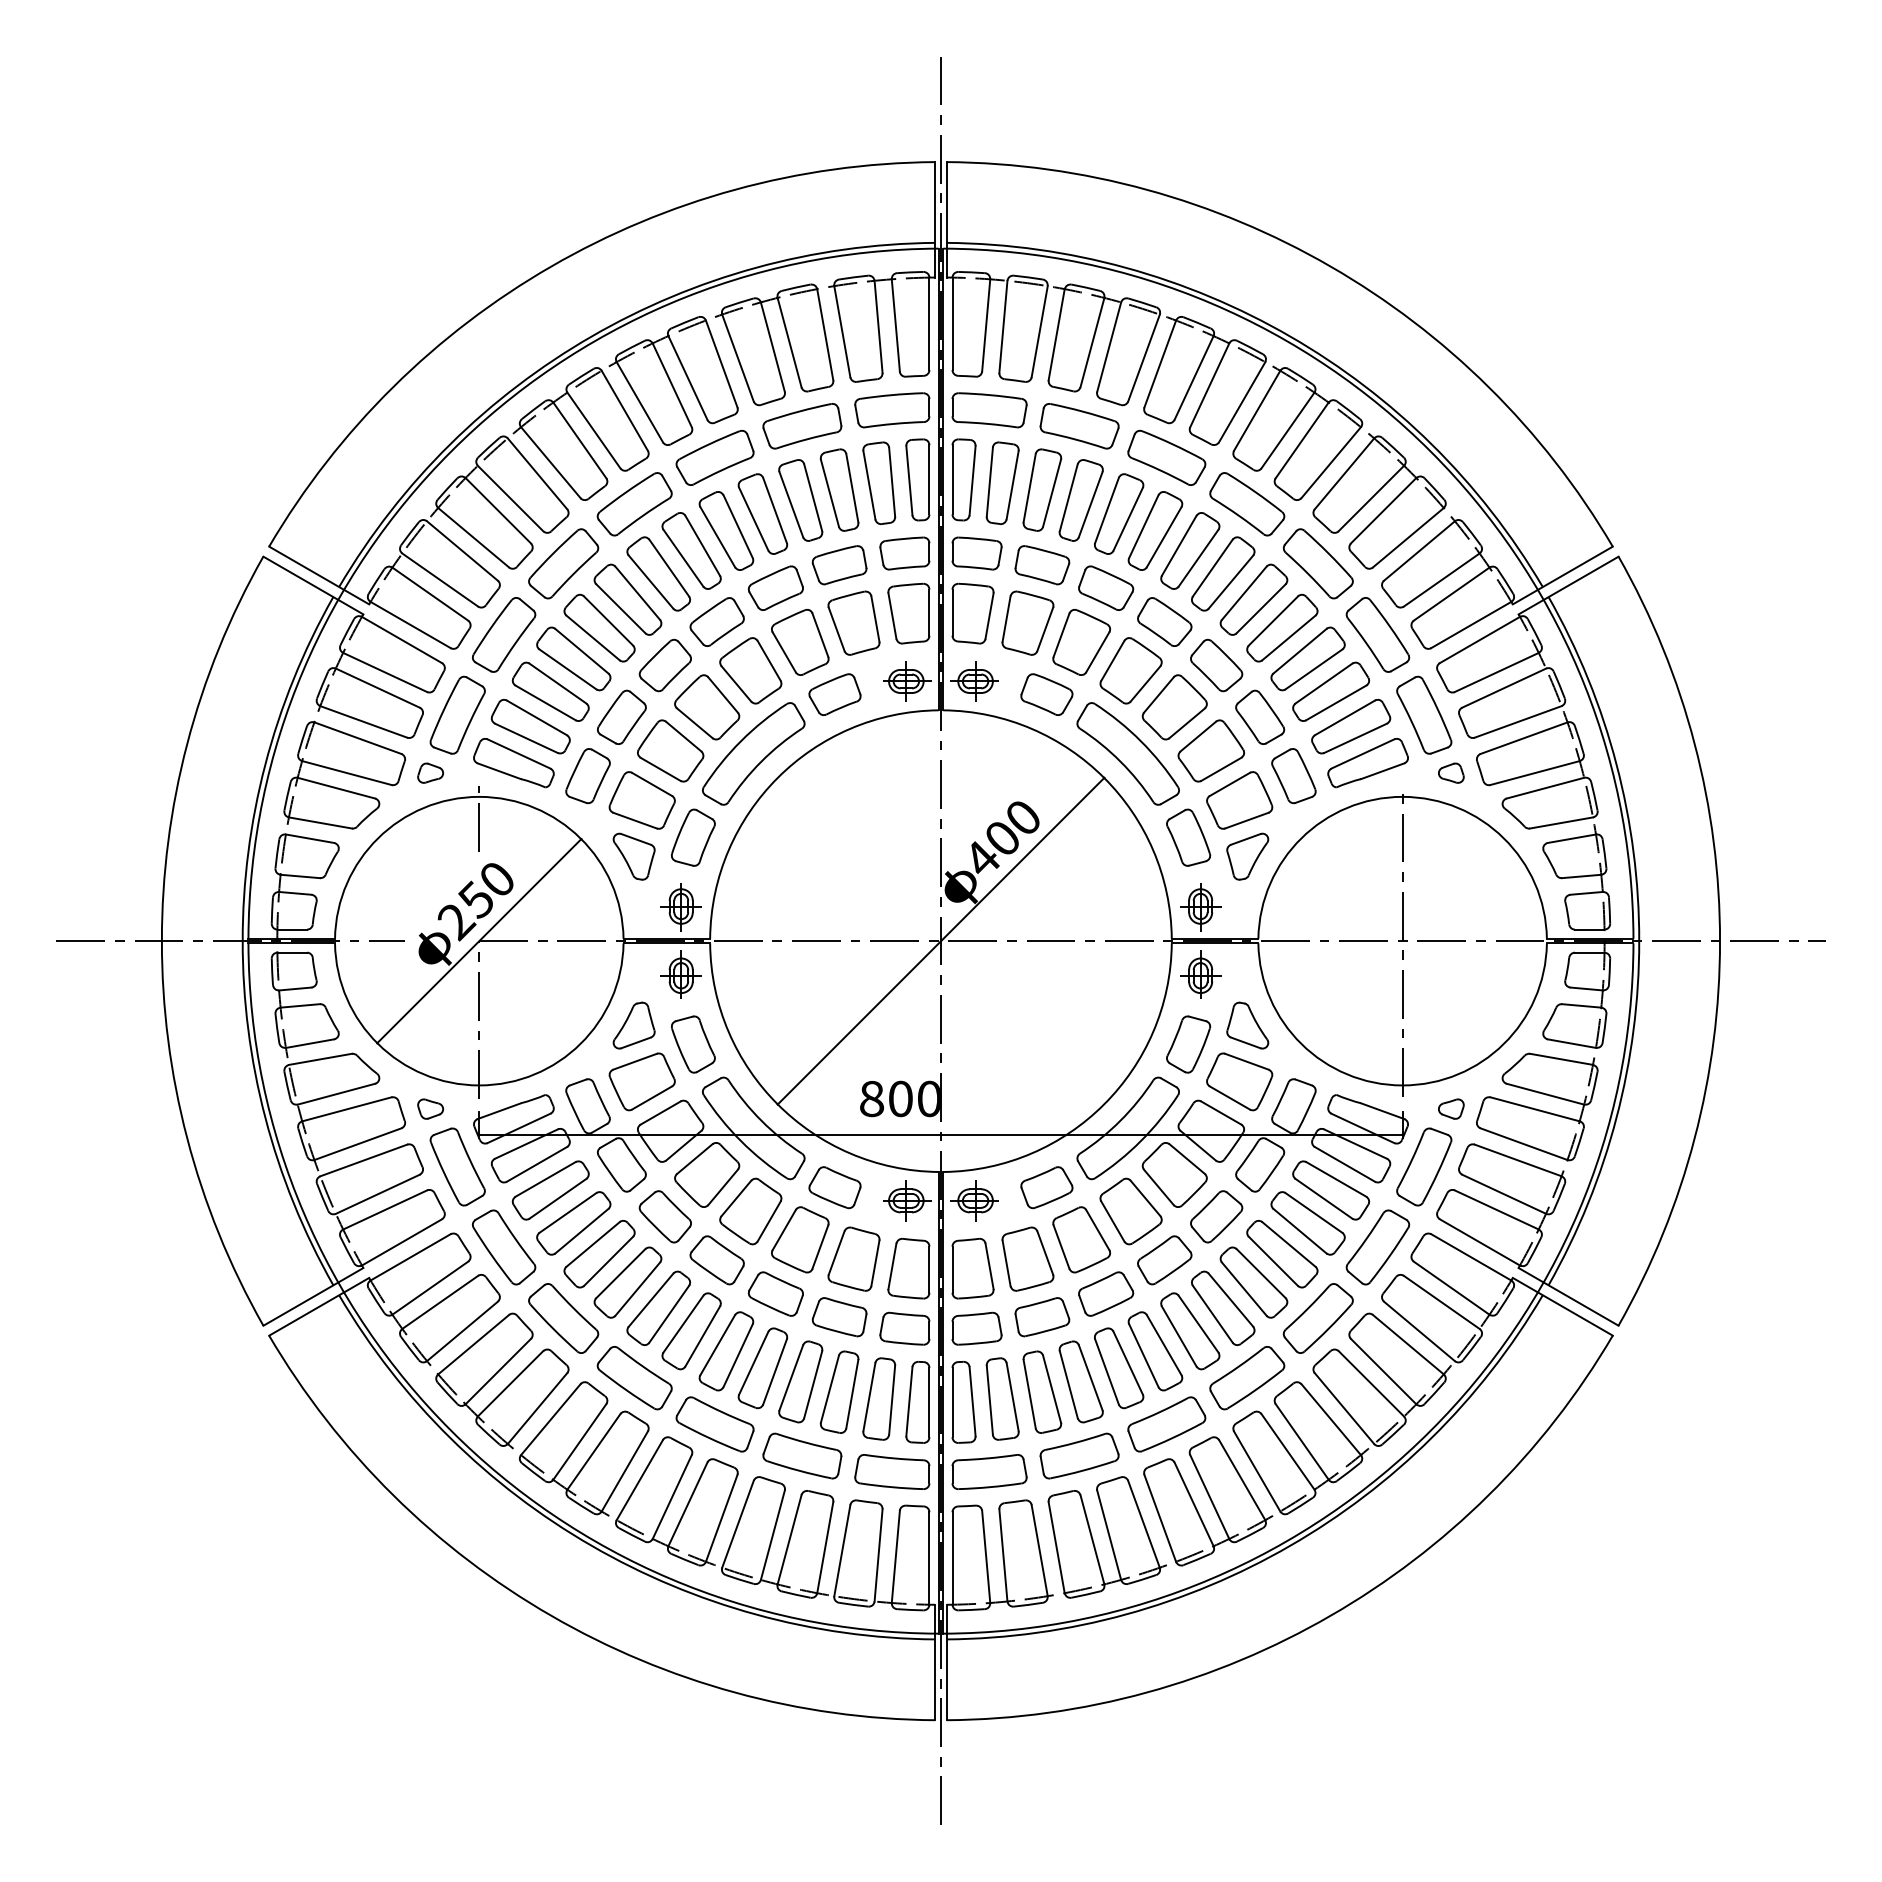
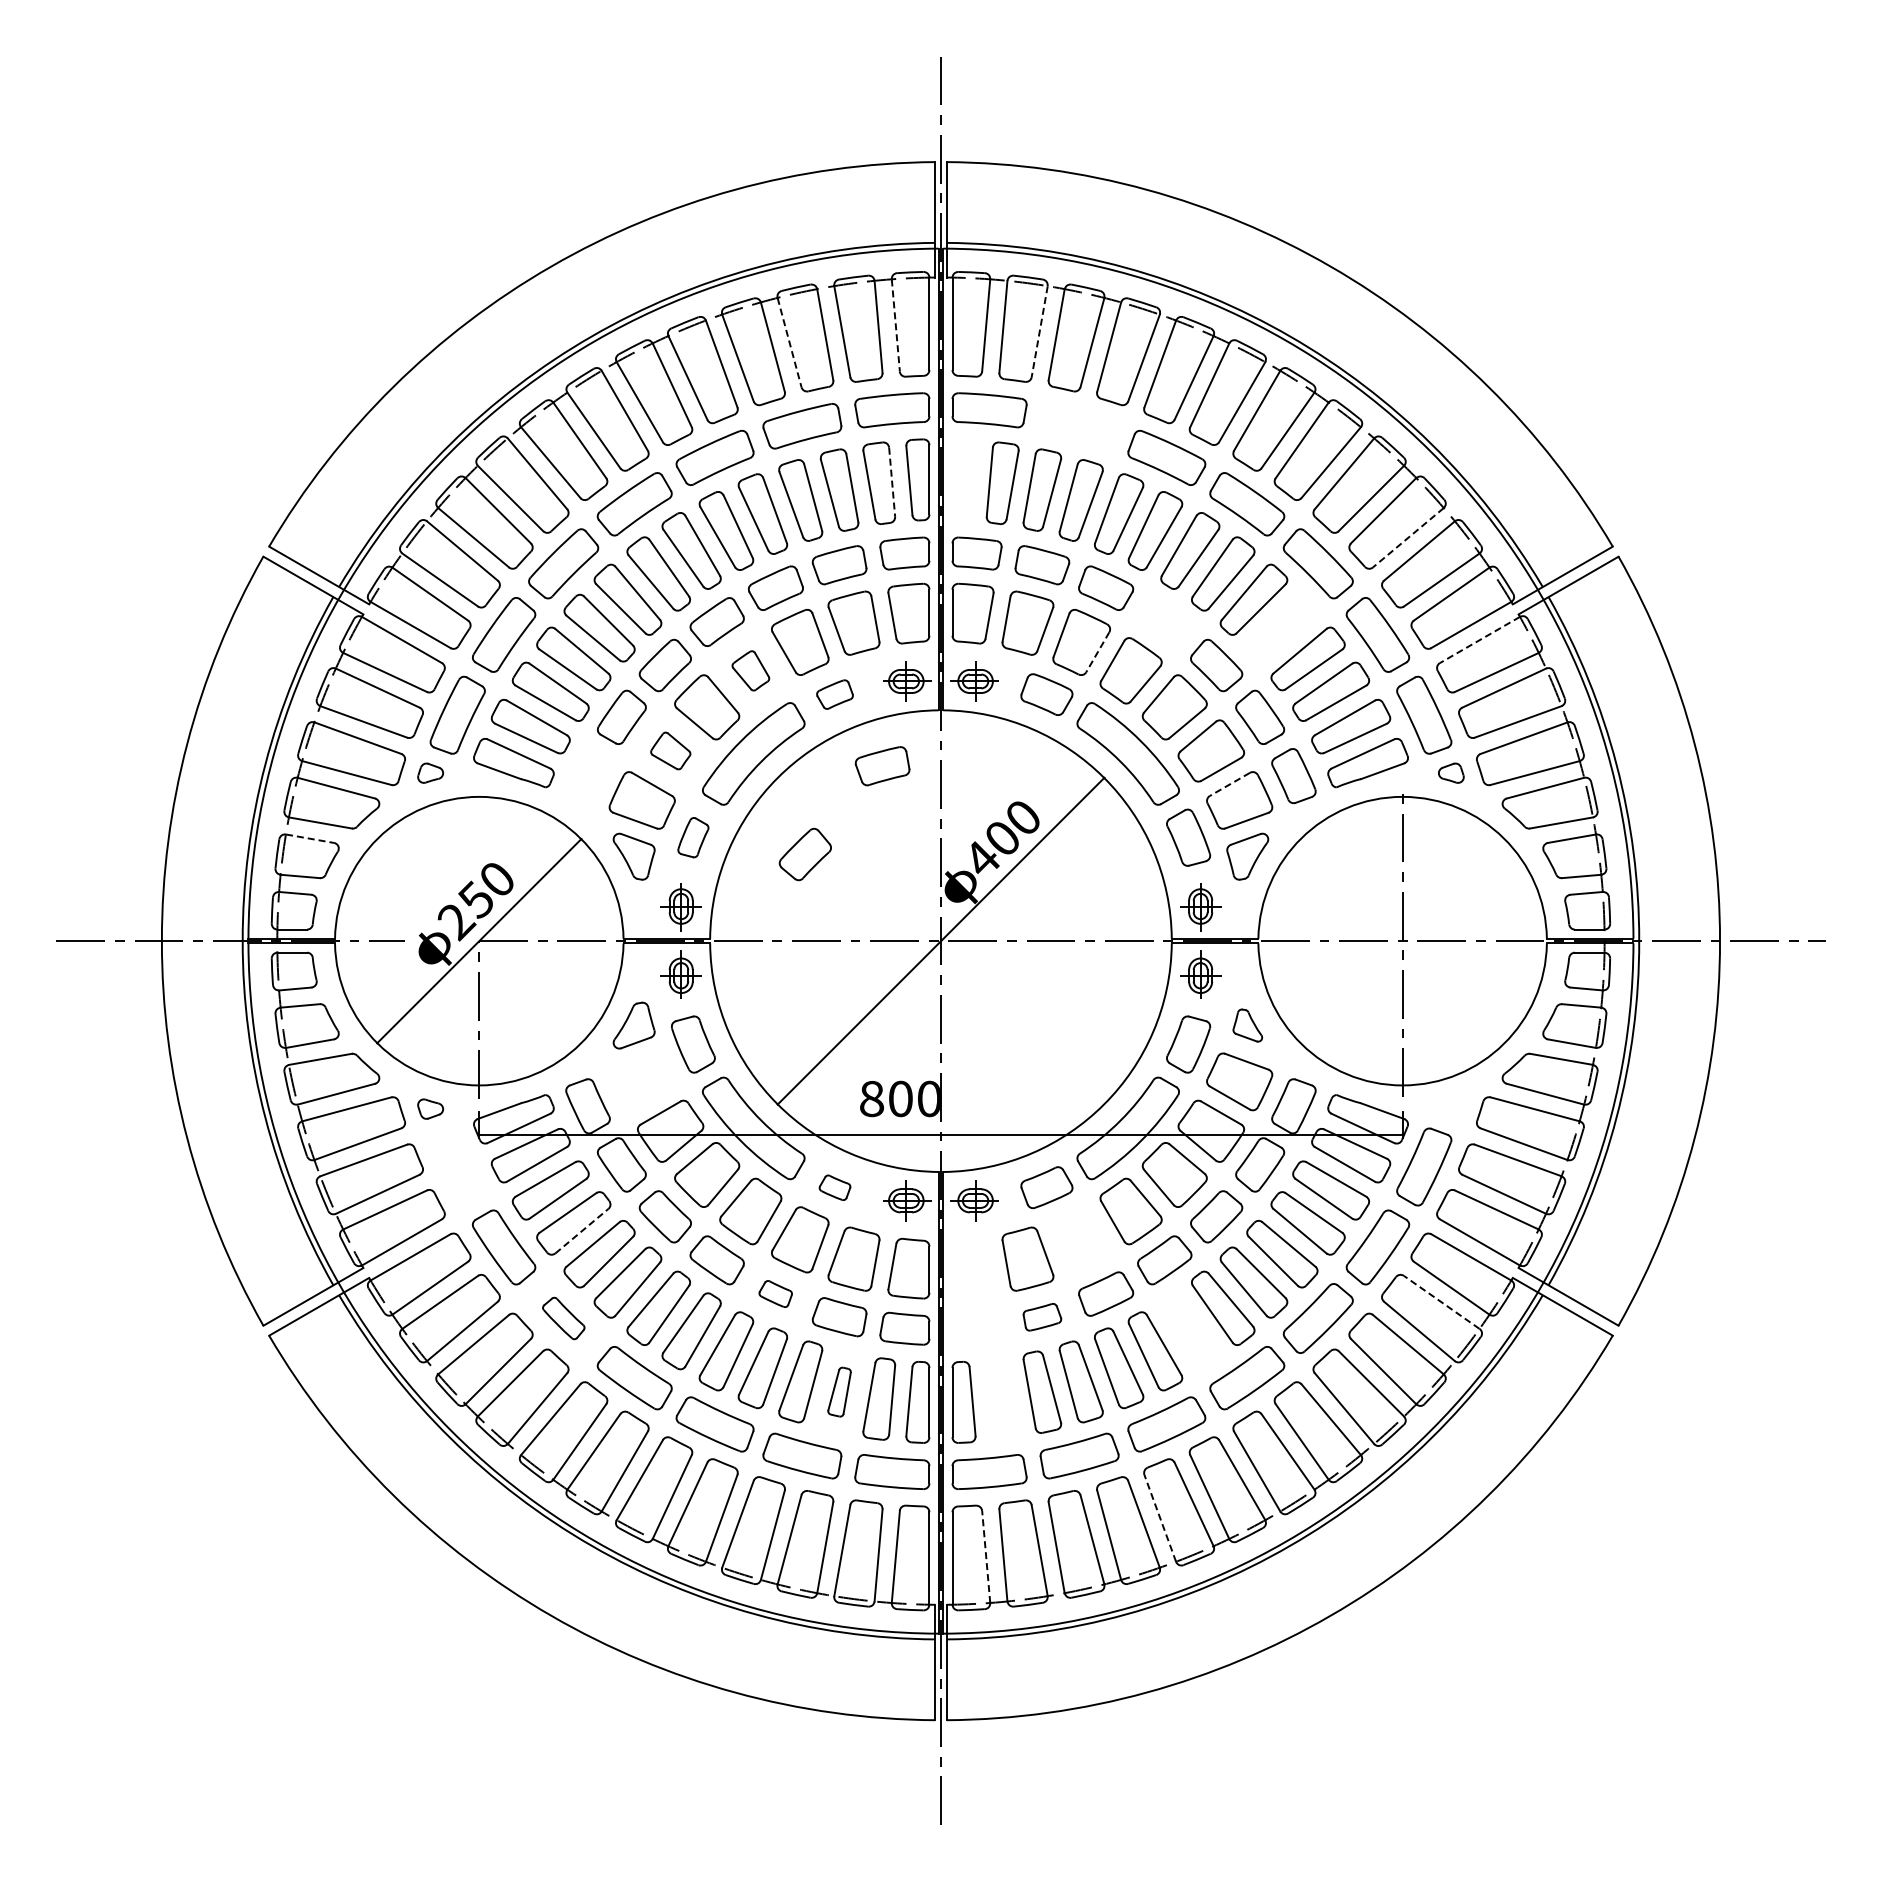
line at (895, 325): solid -> dashed
line at (1039, 332): solid -> dashed
line at (789, 343): solid -> dashed
part at (1079, 426): present -> none
part at (963, 479): present -> none
line at (892, 482): solid -> dashed
line at (1407, 538): solid -> dashed
part at (1164, 621): present -> none
part at (1282, 627): present -> none
line at (1479, 640): solid -> dashed
line at (1097, 652): solid -> dashed
part at (750, 670) size: 64x68 px -> 40x42 px
part at (834, 694) size: 54x43 px -> 38x31 px
part at (670, 750) size: 68x64 px -> 42x40 px
part at (882, 766): none -> present
part at (587, 776): present -> none
line at (1229, 784): solid -> dashed
line at (479, 818): present -> none
part at (693, 837) size: 45x59 px -> 33x42 px
line at (310, 838): solid -> dashed
part at (804, 854): none -> present
part at (1247, 1025) size: 44x49 px -> 32x35 px
part at (641, 1081): present -> none
part at (1451, 1108): present -> none
part at (457, 1166): present -> none
part at (834, 1187) size: 54x44 px -> 34x27 px
line at (581, 1231): solid -> dashed
part at (1081, 1239): present -> none
part at (972, 1268): present -> none
part at (775, 1293) size: 57x46 px -> 35x28 px
line at (1441, 1302): solid -> dashed
part at (1042, 1317) size: 57x41 px -> 41x29 px
part at (563, 1318) size: 72x71 px -> 44x45 px
part at (976, 1328): present -> none
part at (1190, 1331): present -> none
part at (839, 1391) size: 41x84 px -> 25x52 px
part at (1002, 1398): present -> none
line at (1160, 1517): solid -> dashed
line at (986, 1556): solid -> dashed
